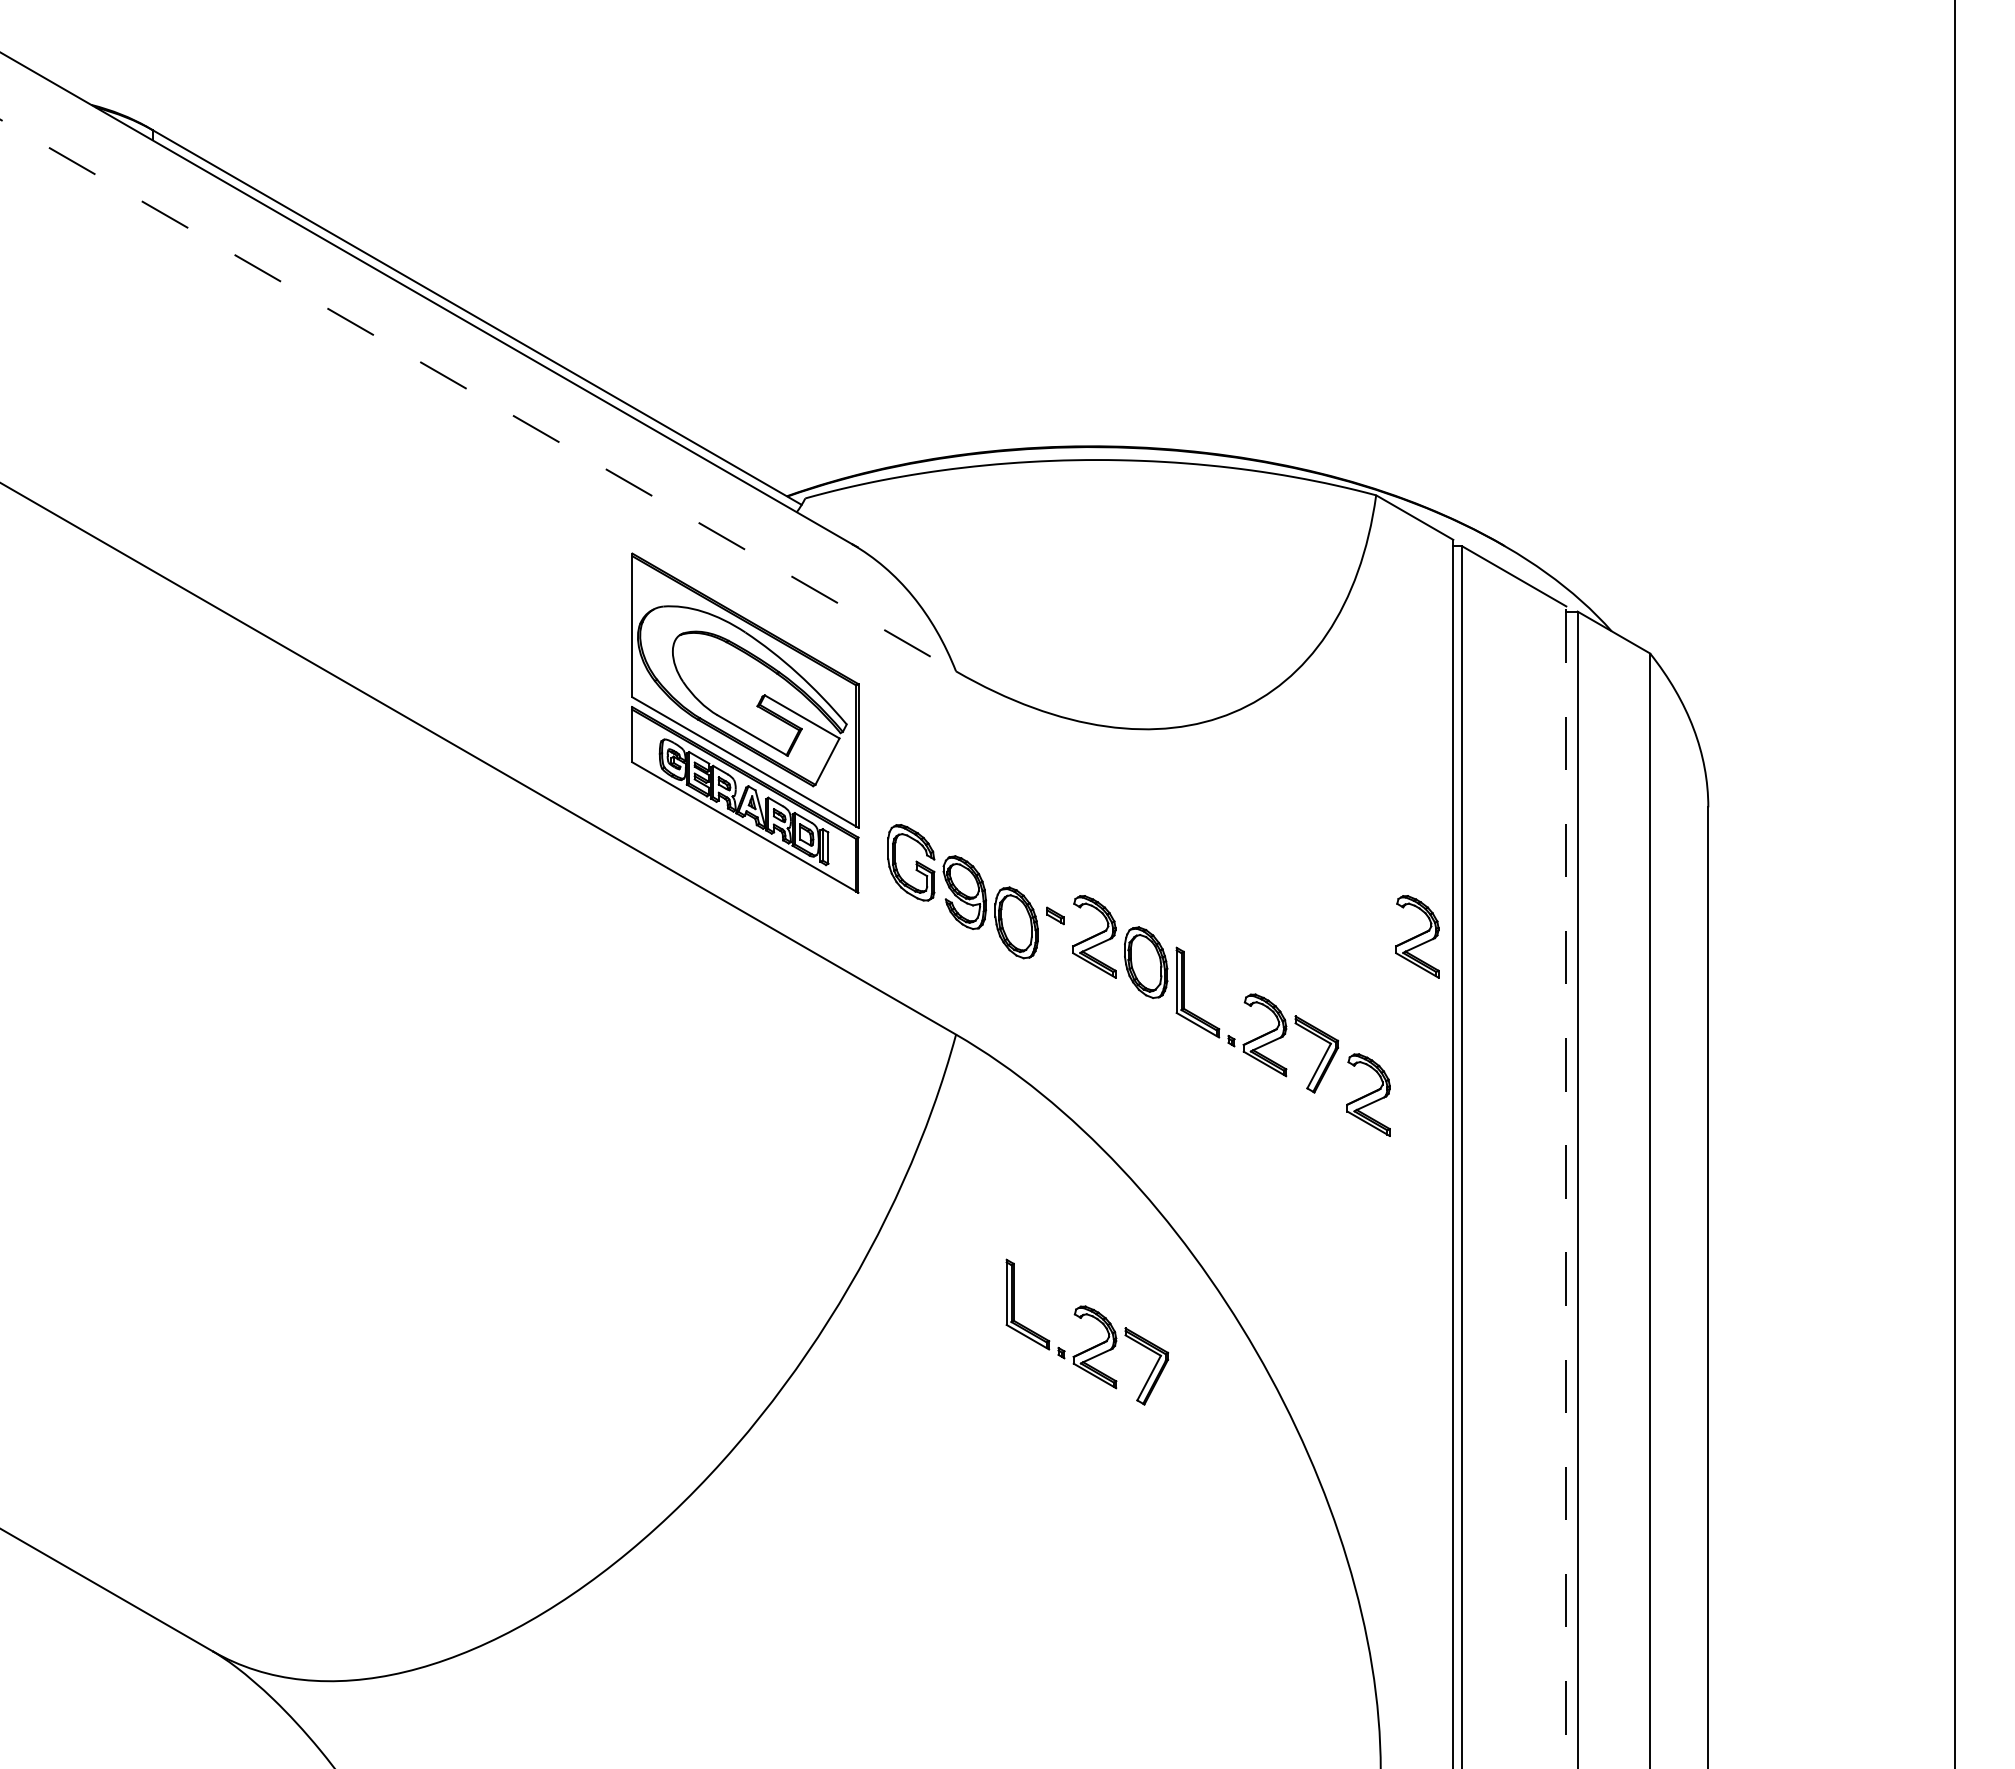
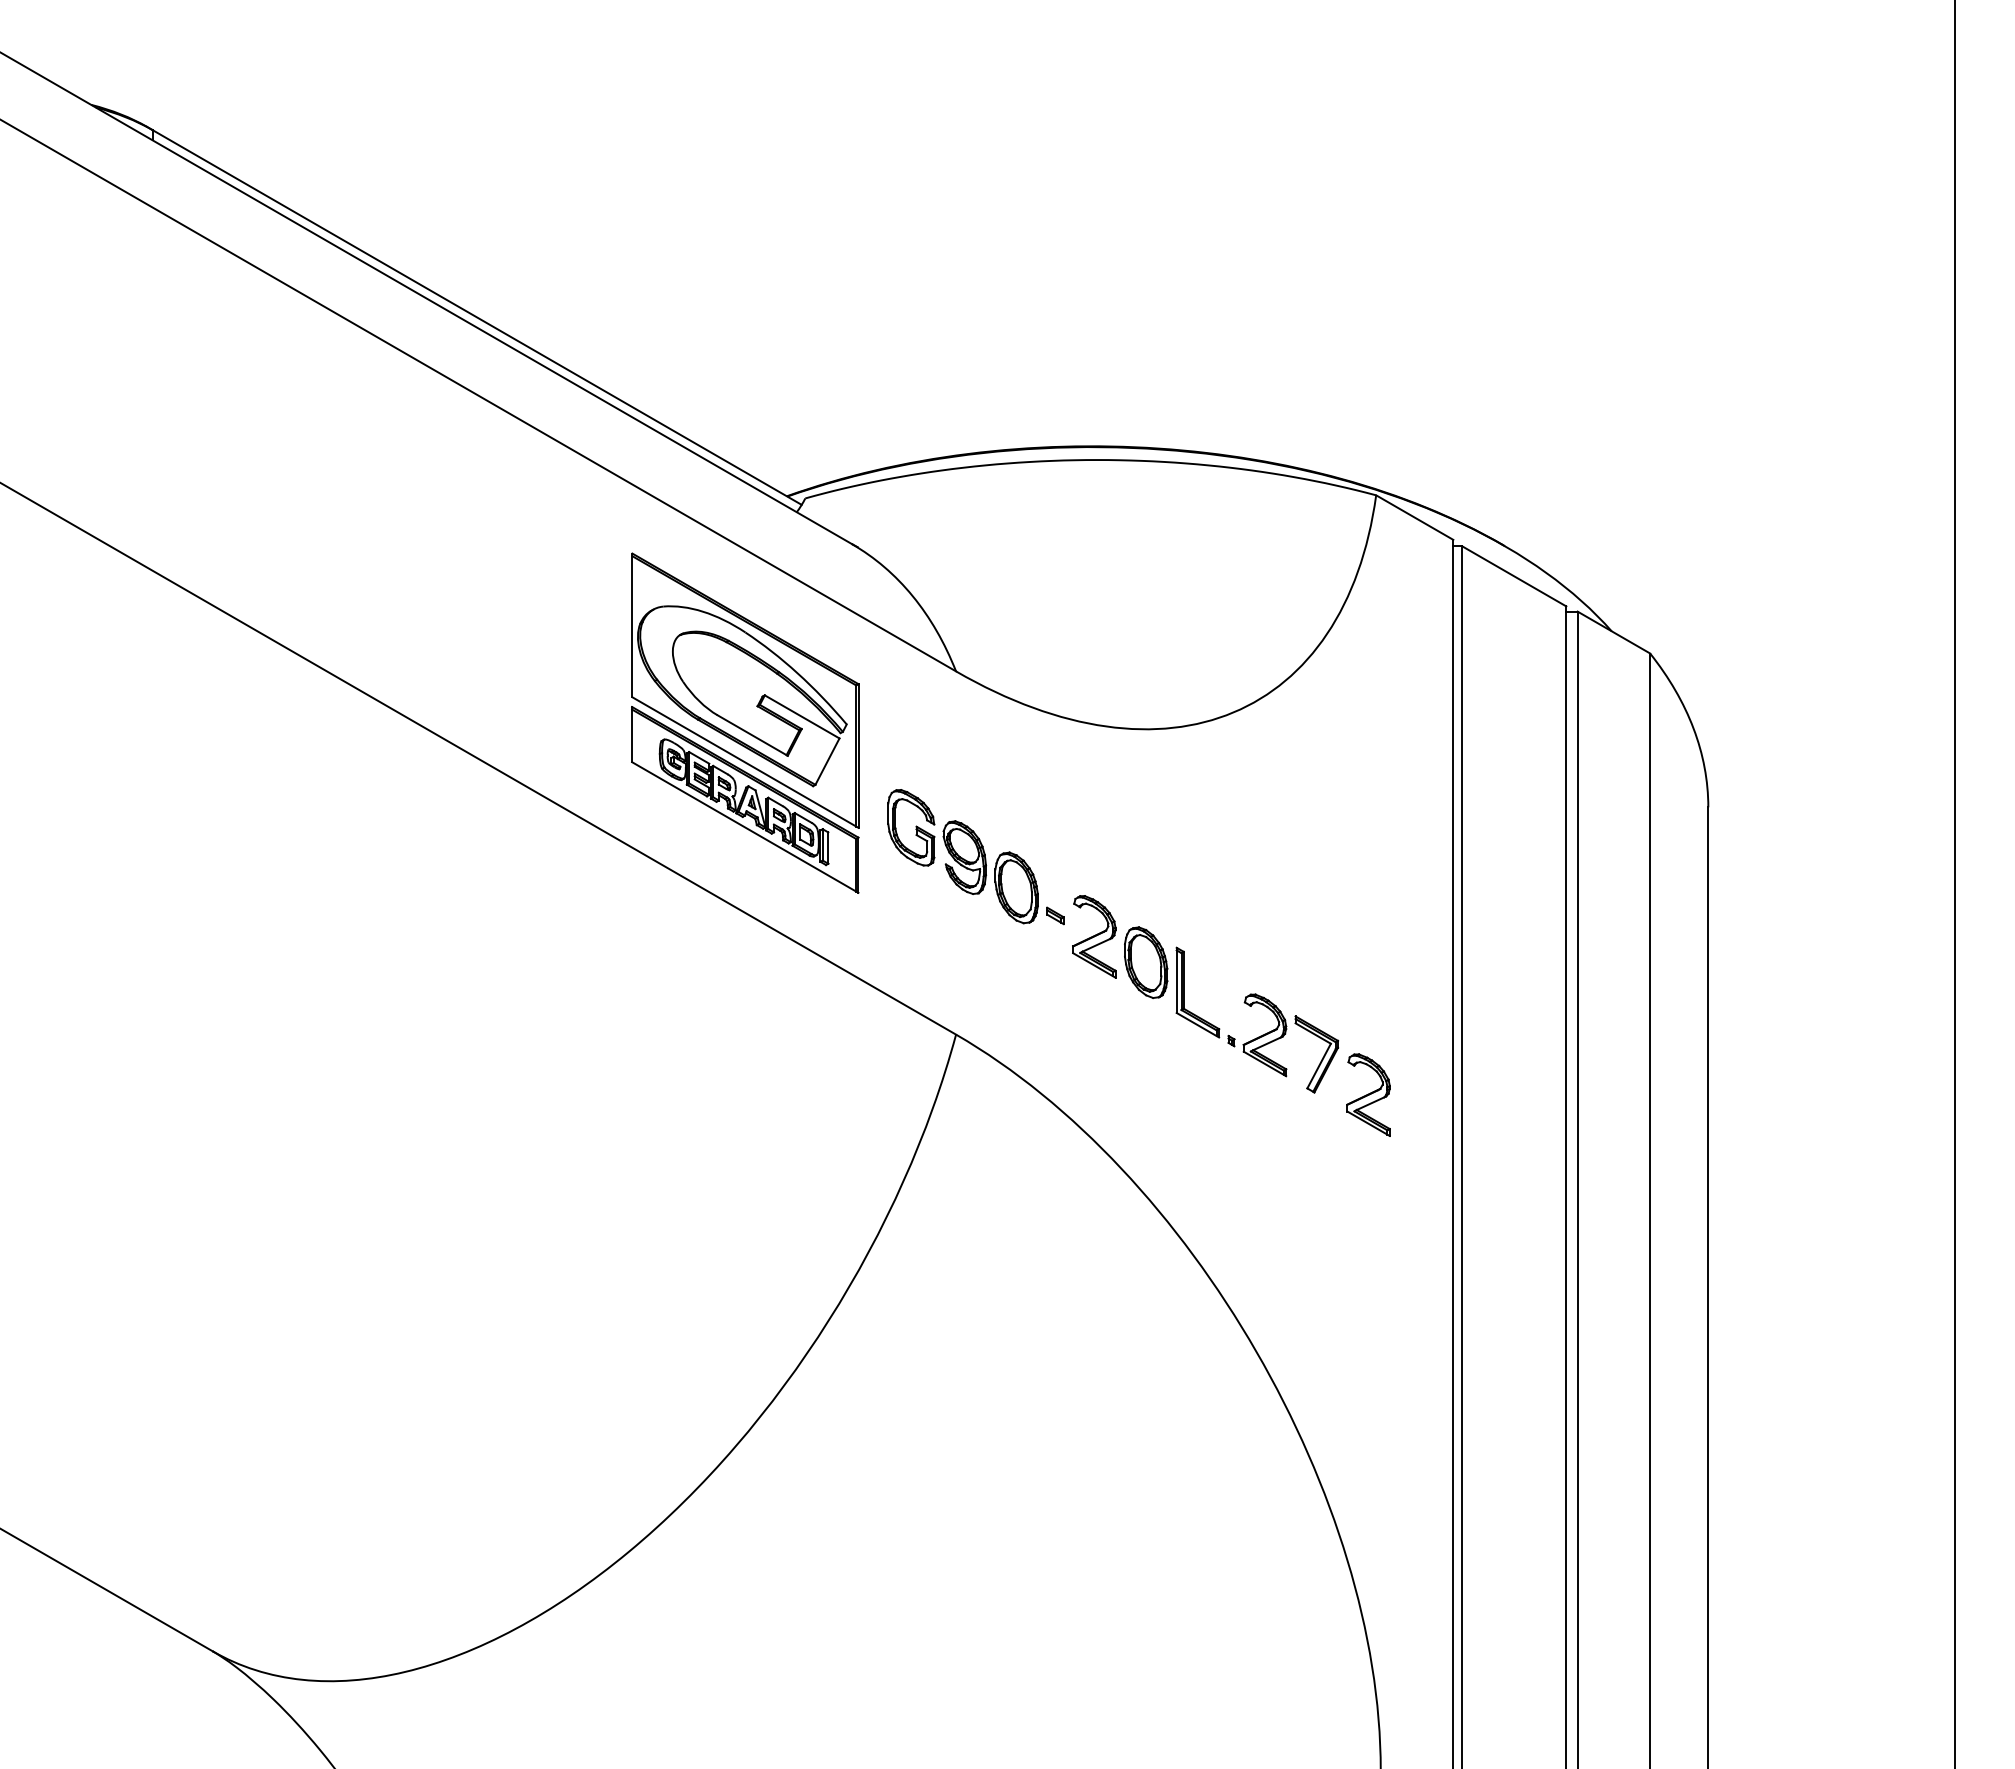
line at (478, 395): dashed -> solid
part at (962, 891) position: (962, 891) -> (962, 856)
part at (1417, 936): present -> none
line at (1566, 1187): dashed -> solid
part at (1081, 1318): present -> none
